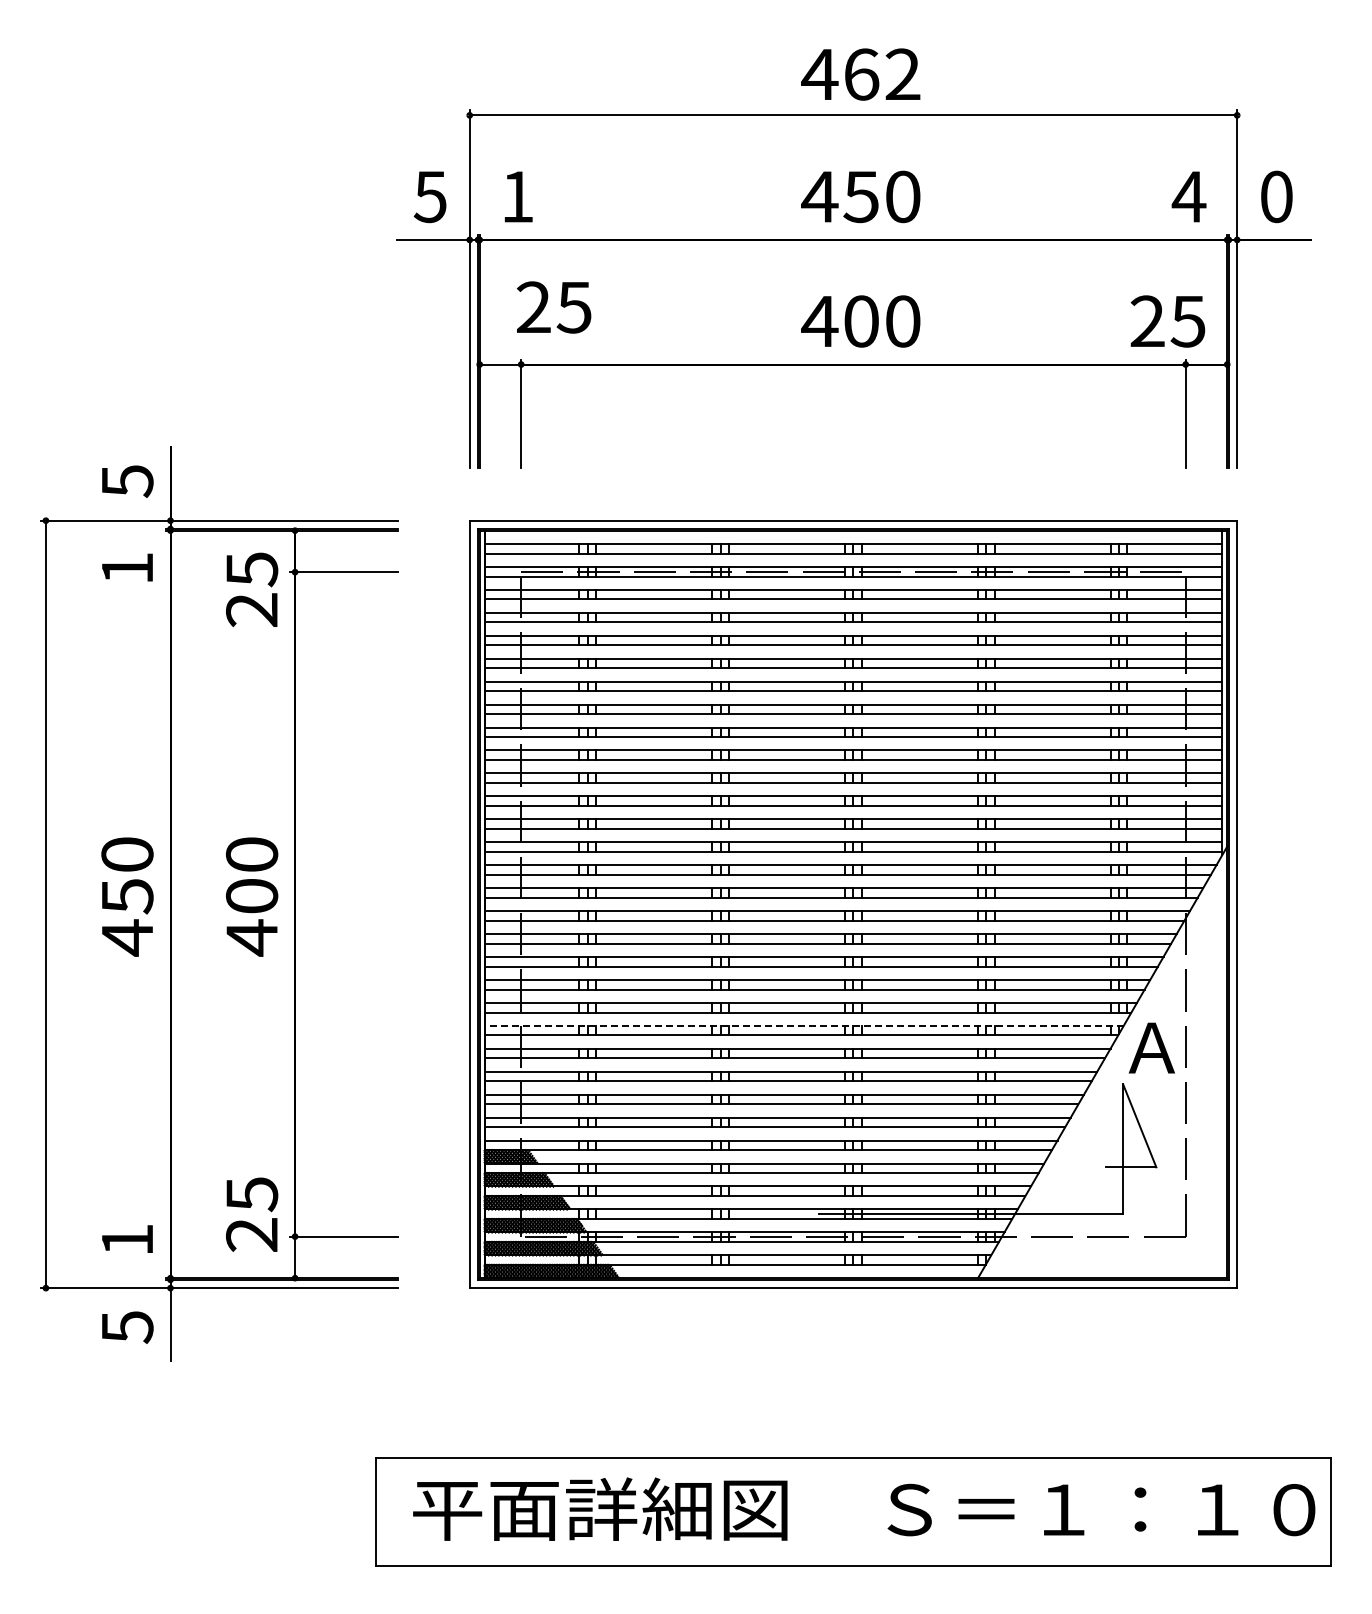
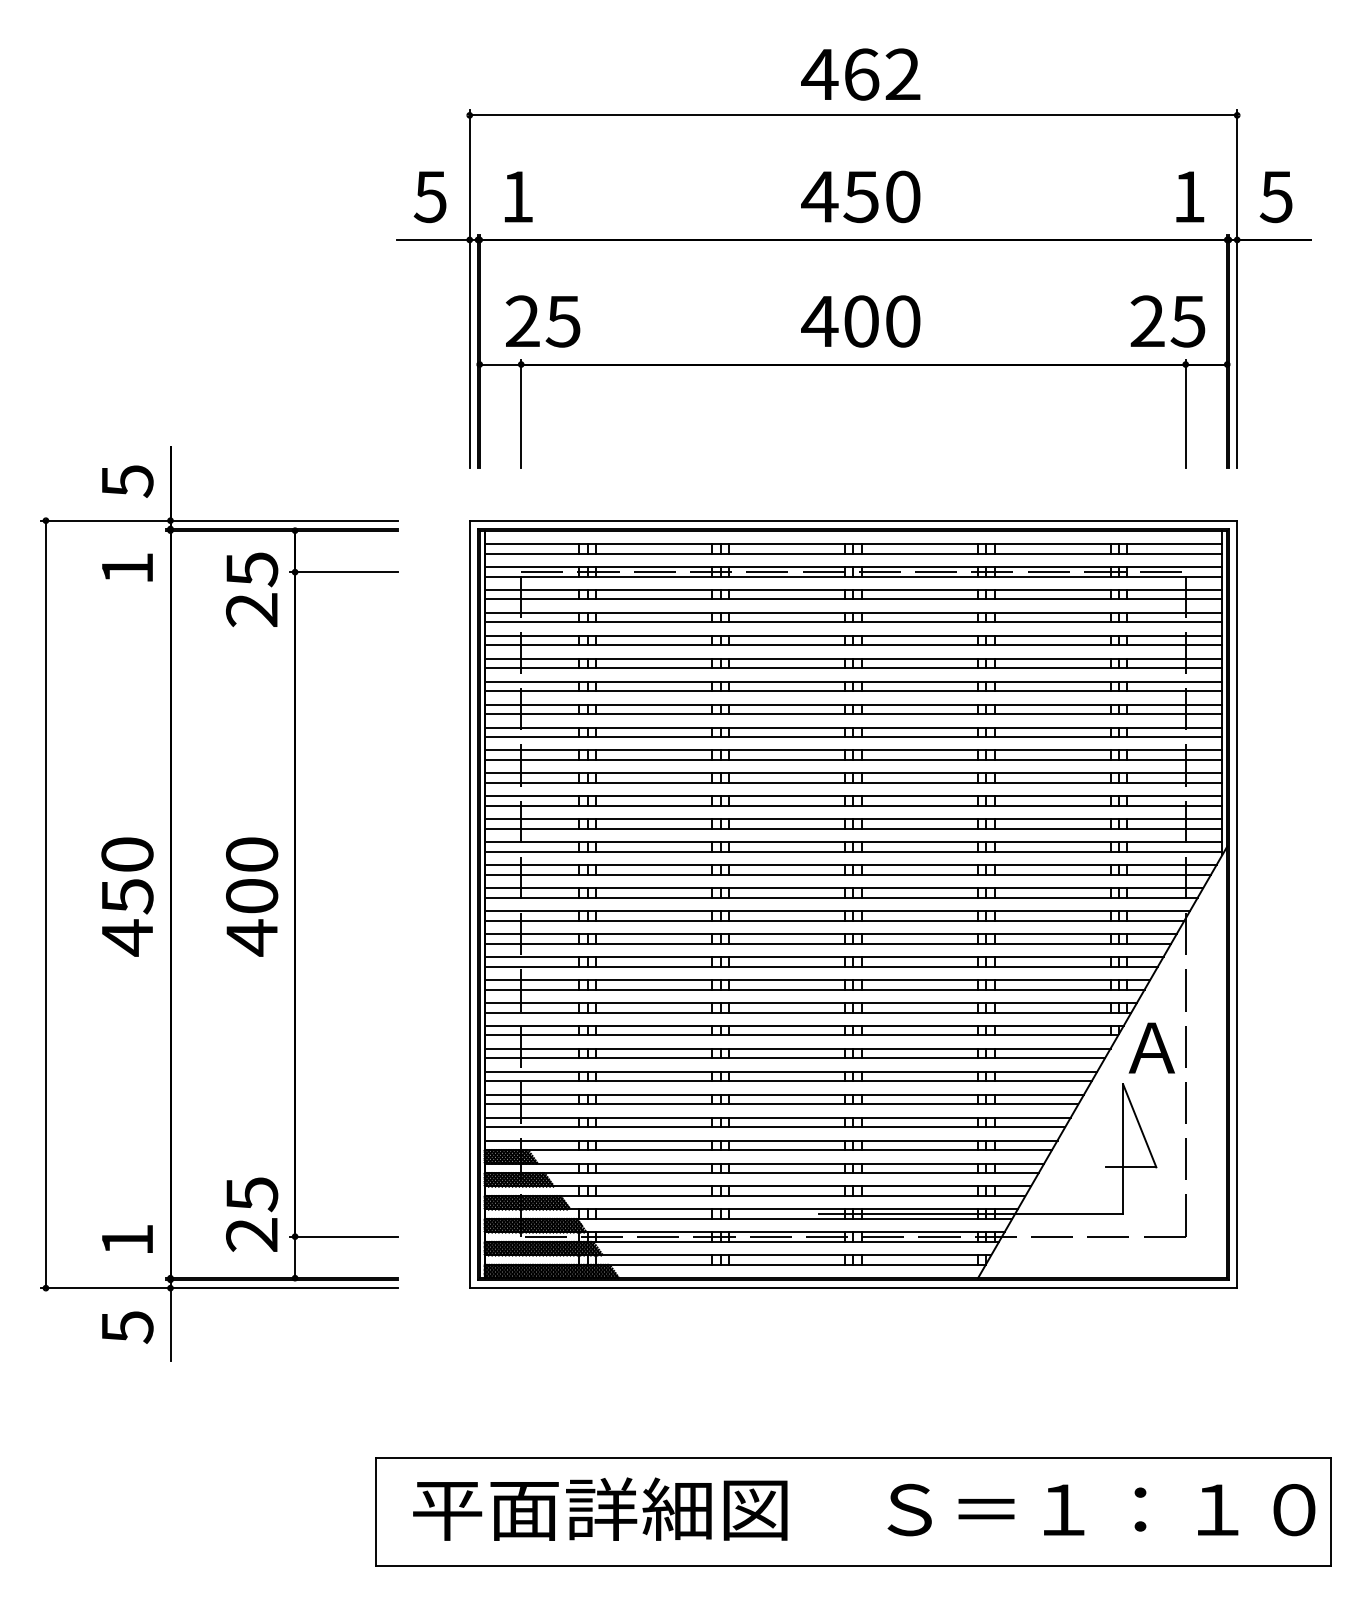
text at (1188, 196): 4 -> 1
text at (1275, 196): 0 -> 5
text at (554, 307) position: (554, 307) -> (543, 321)
line at (804, 1025): dashed -> solid
